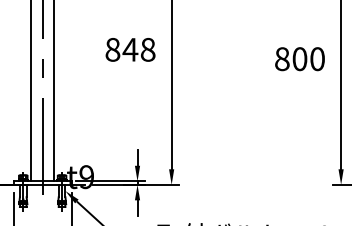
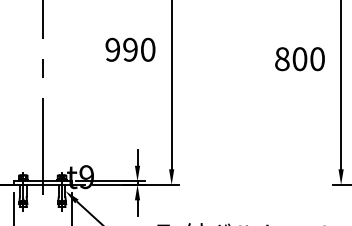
text at (130, 49): 848 -> 990
line at (30, 91): present -> none
line at (54, 91): present -> none
